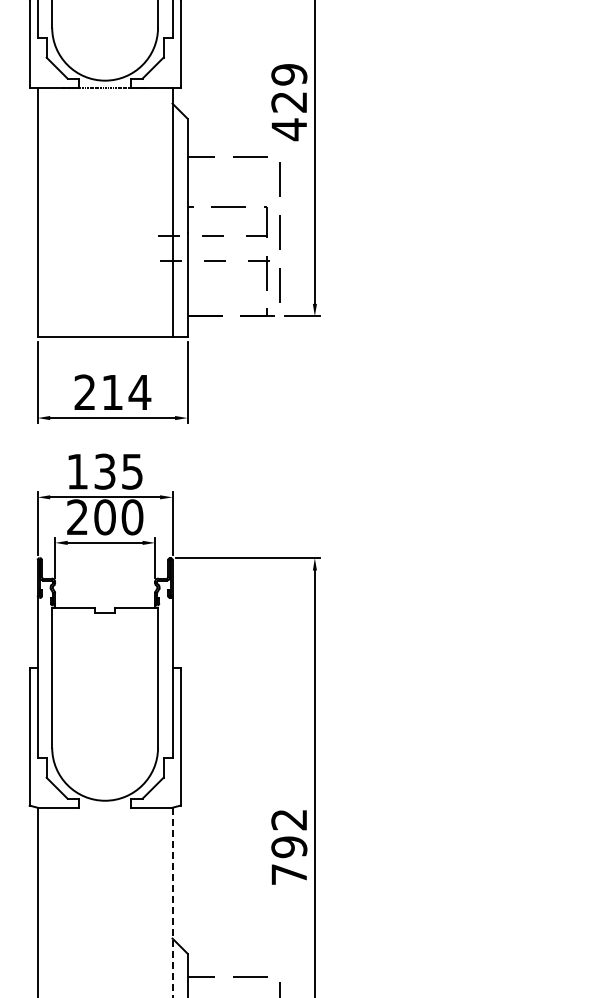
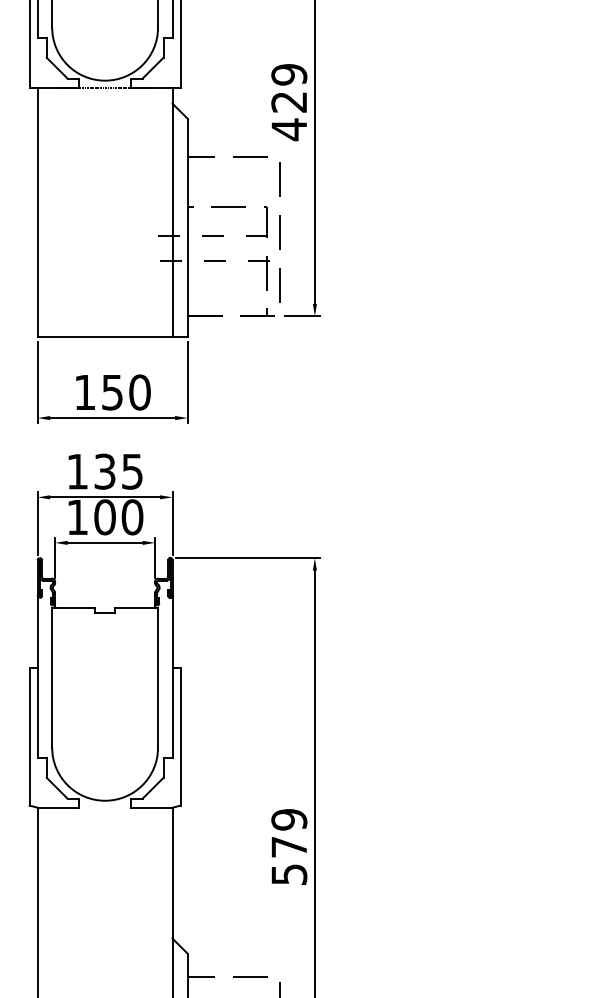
text at (112, 392): 214 -> 150
text at (77, 516): 200 -> 100
text at (289, 846): 792 -> 579
line at (172, 902): dashed -> solid
